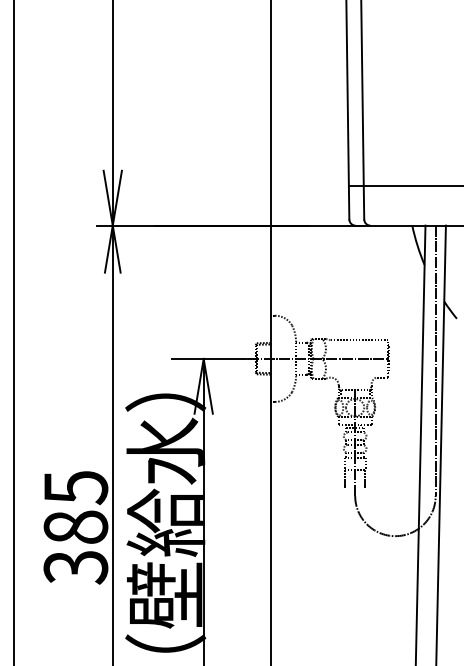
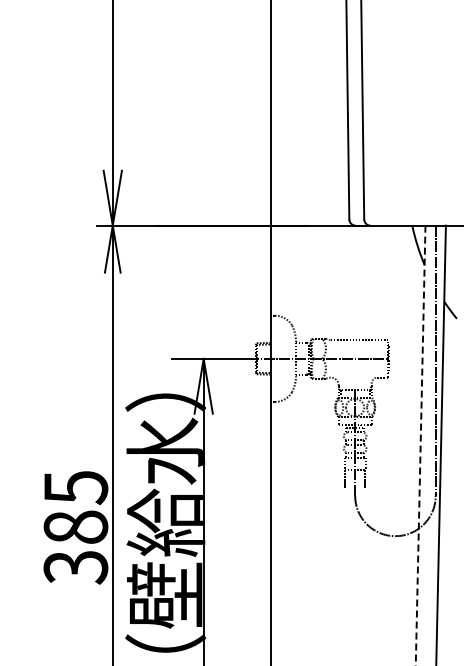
line at (404, 186): present -> none
line at (14, 332): present -> none
line at (420, 445): solid -> dashed
